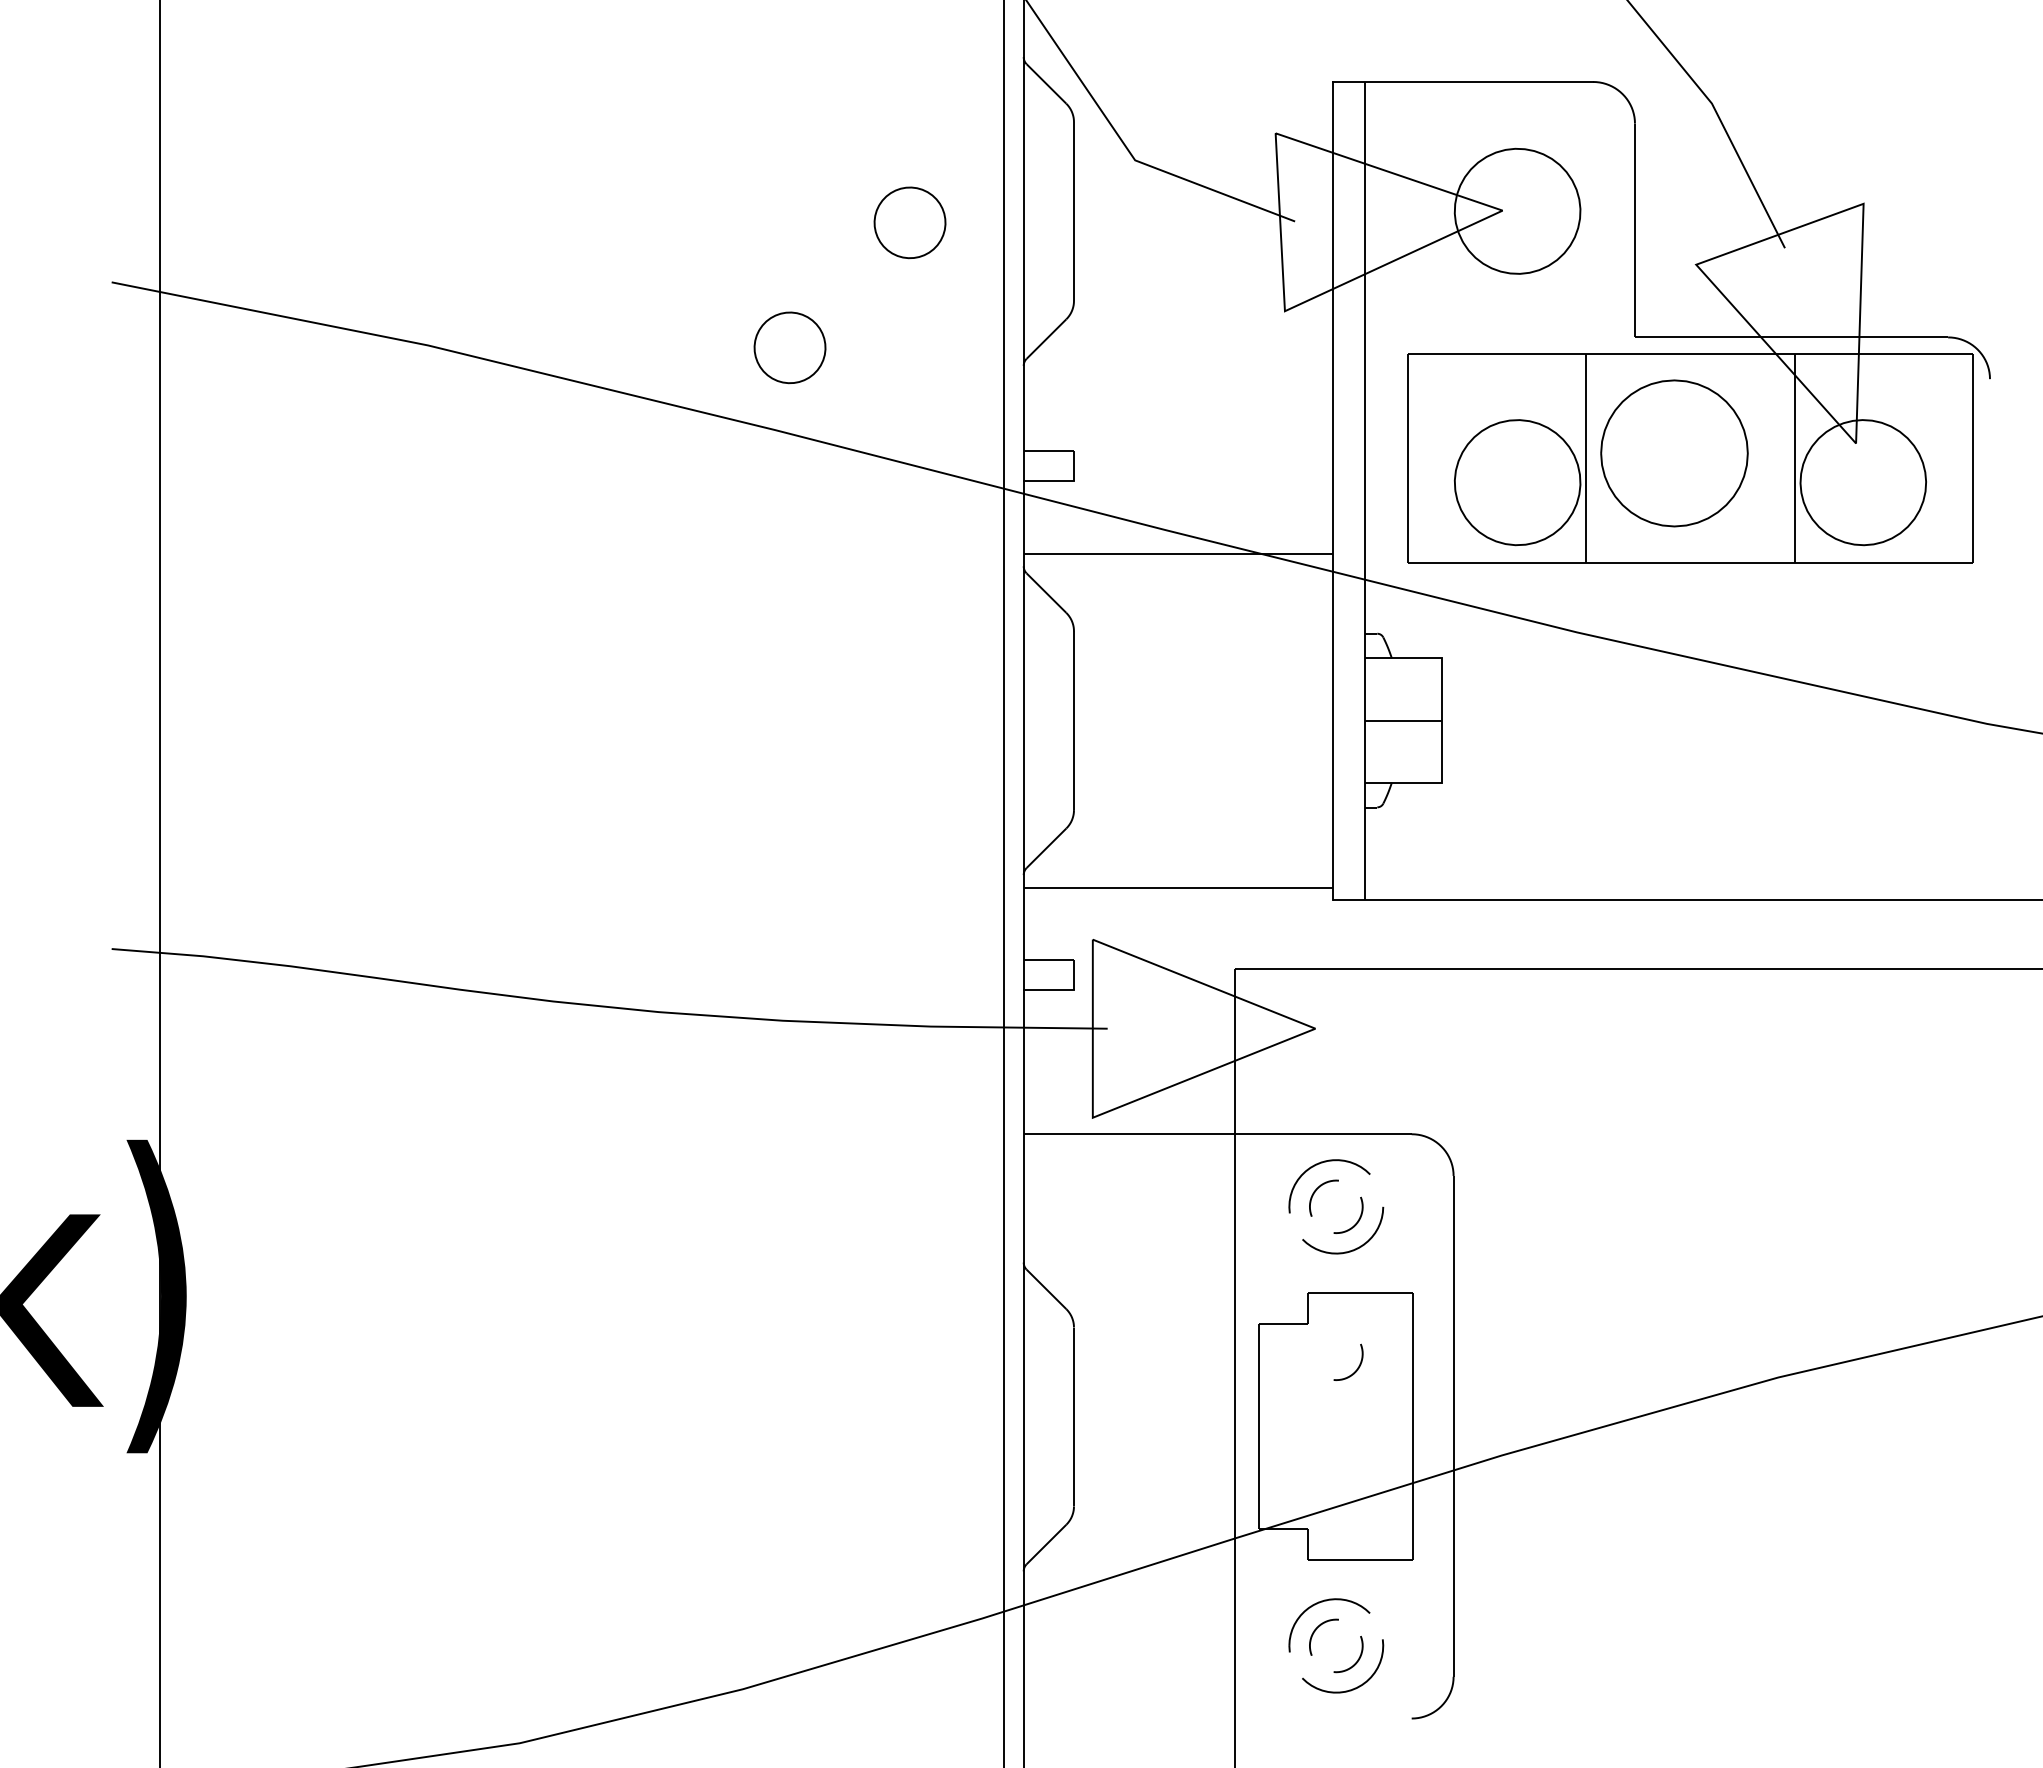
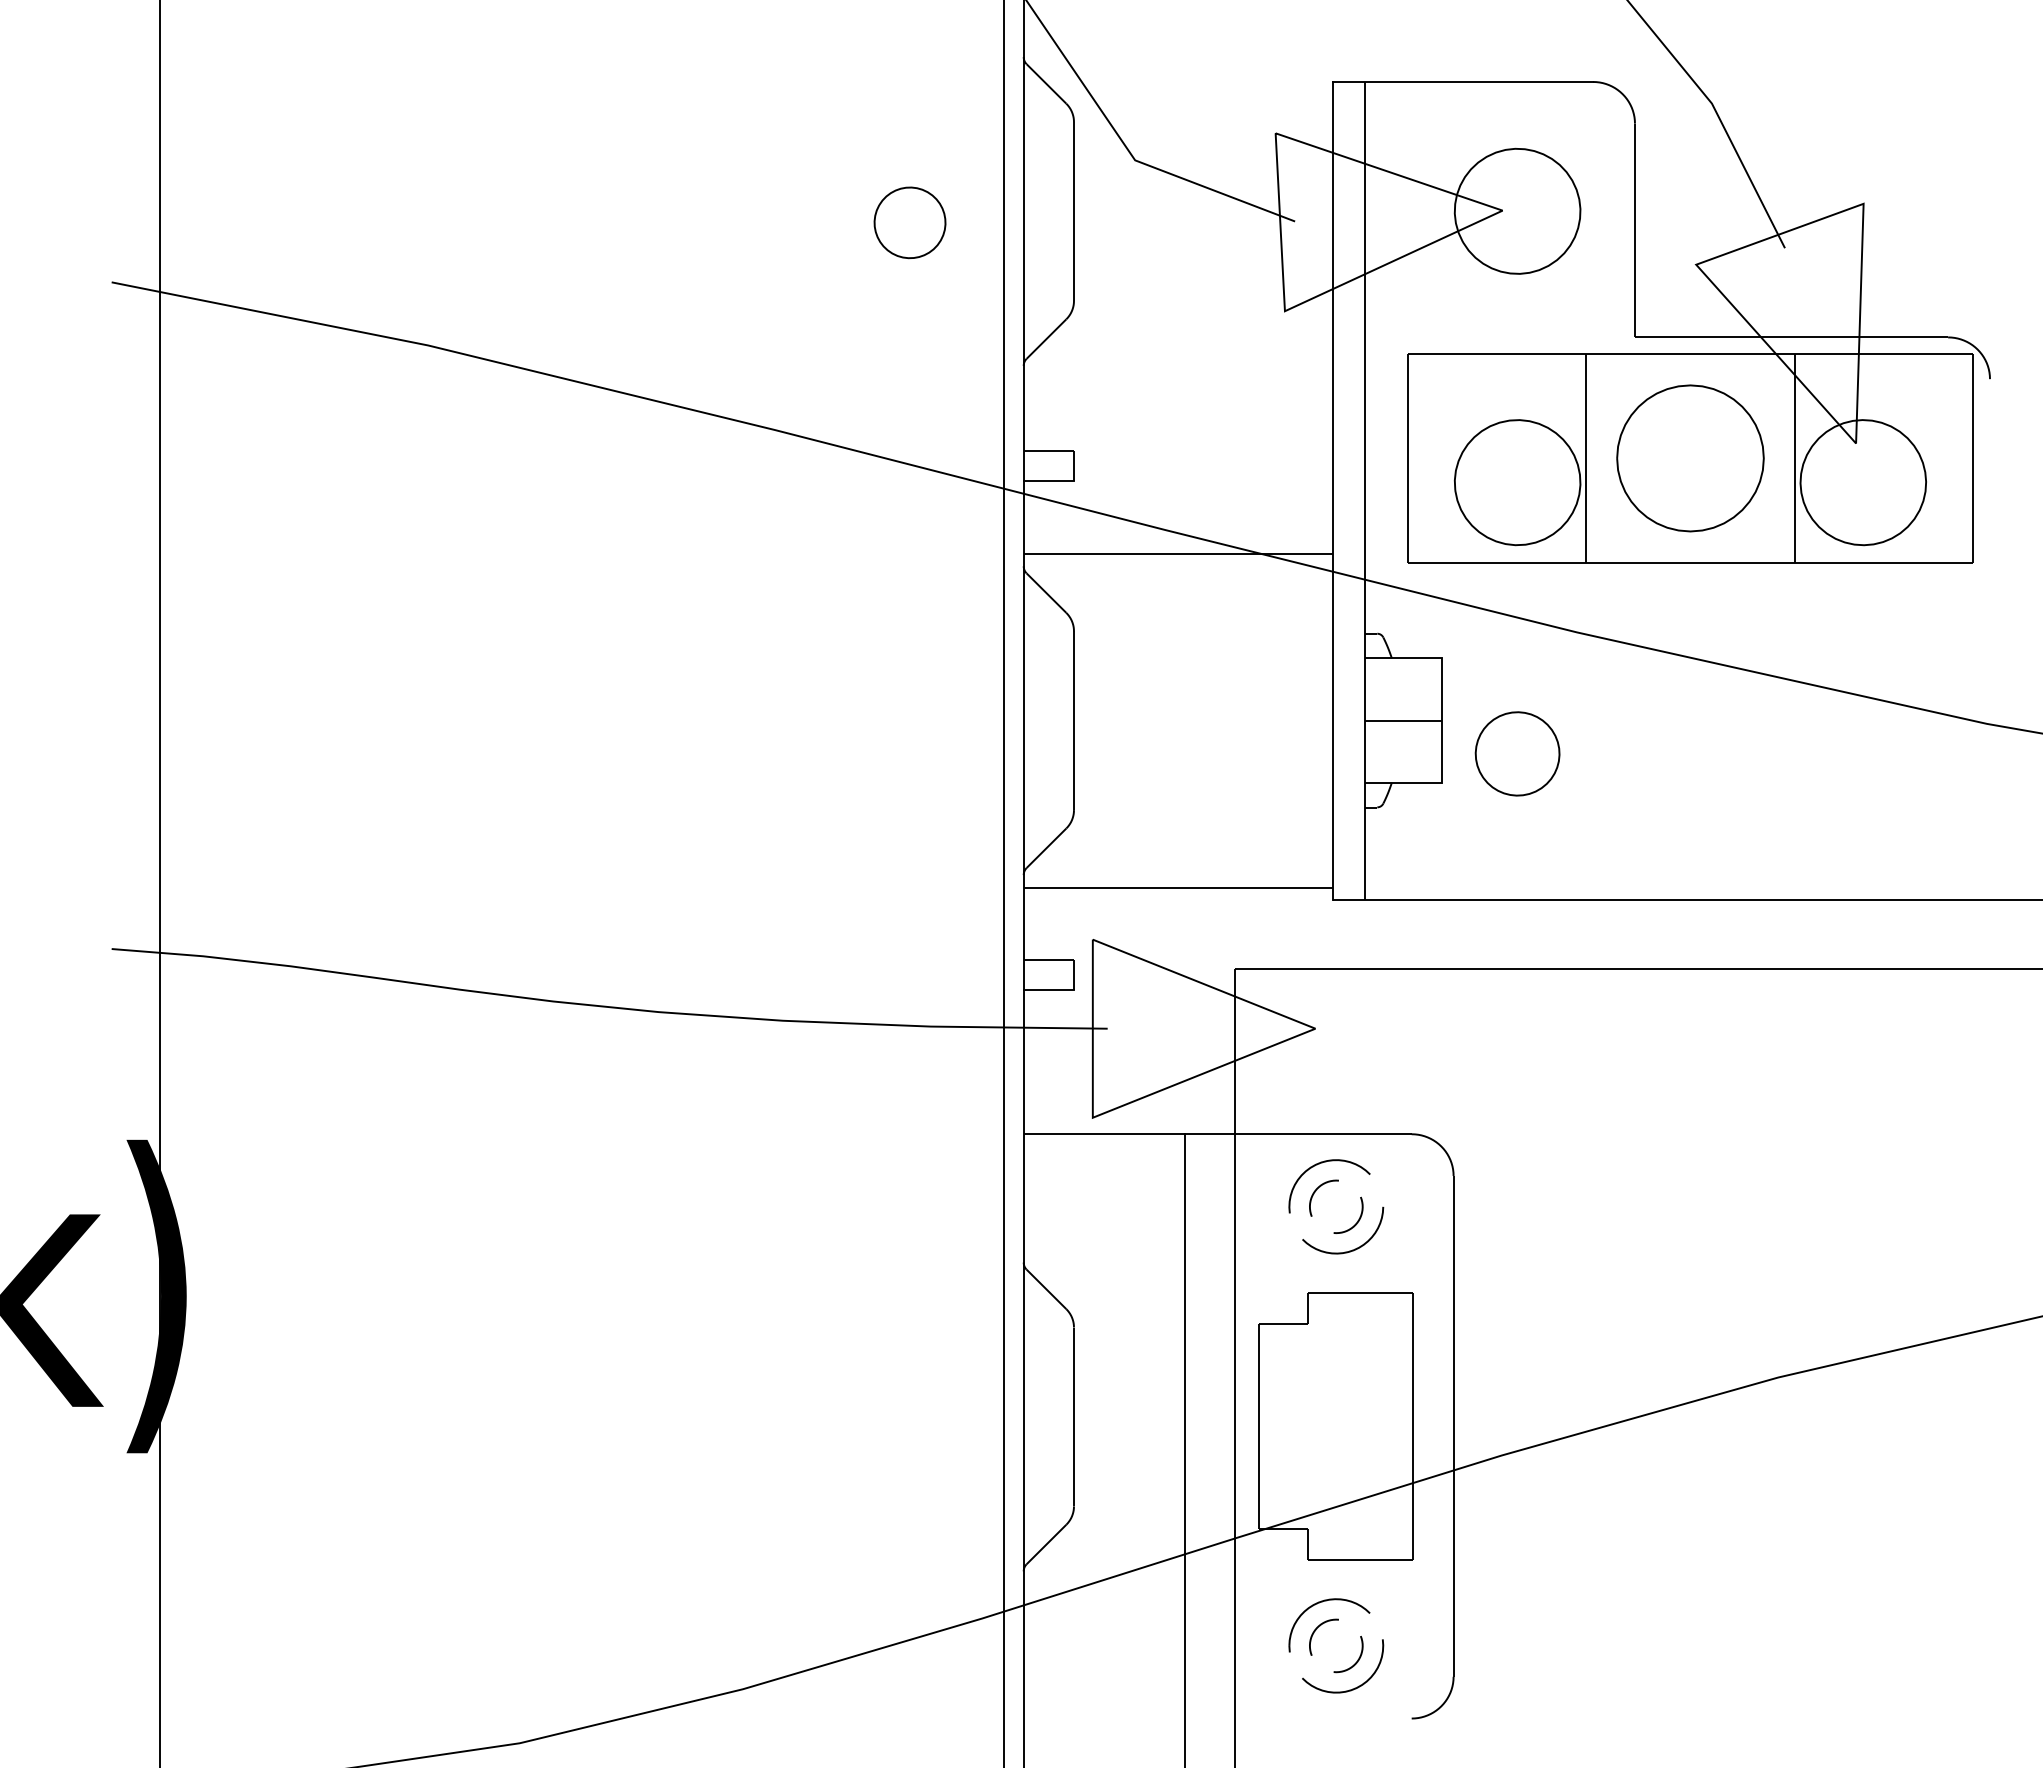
part at (789, 347): present -> none
part at (1674, 453) position: (1674, 453) -> (1690, 458)
part at (1517, 753): none -> present
curve at (1358, 1365): present -> none
line at (1185, 1449): none -> present
